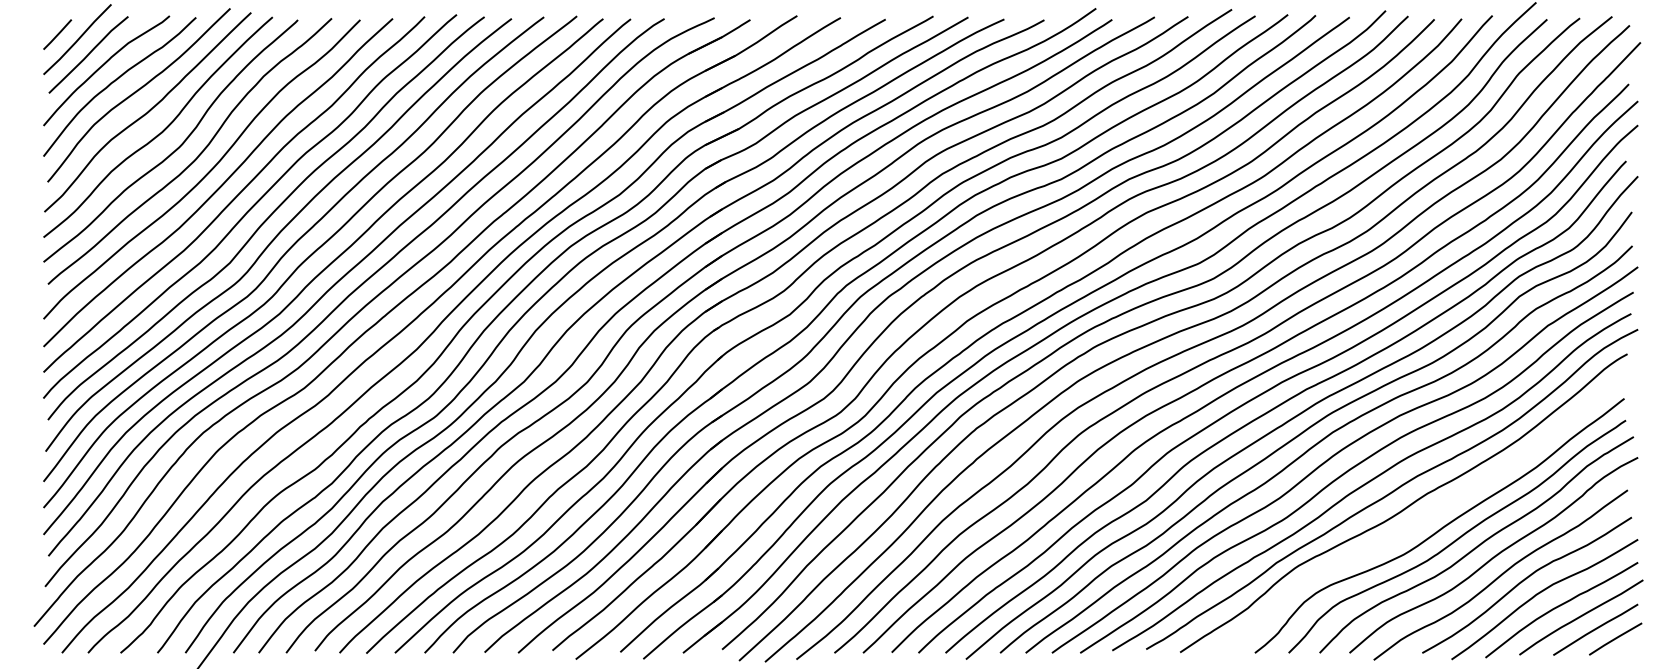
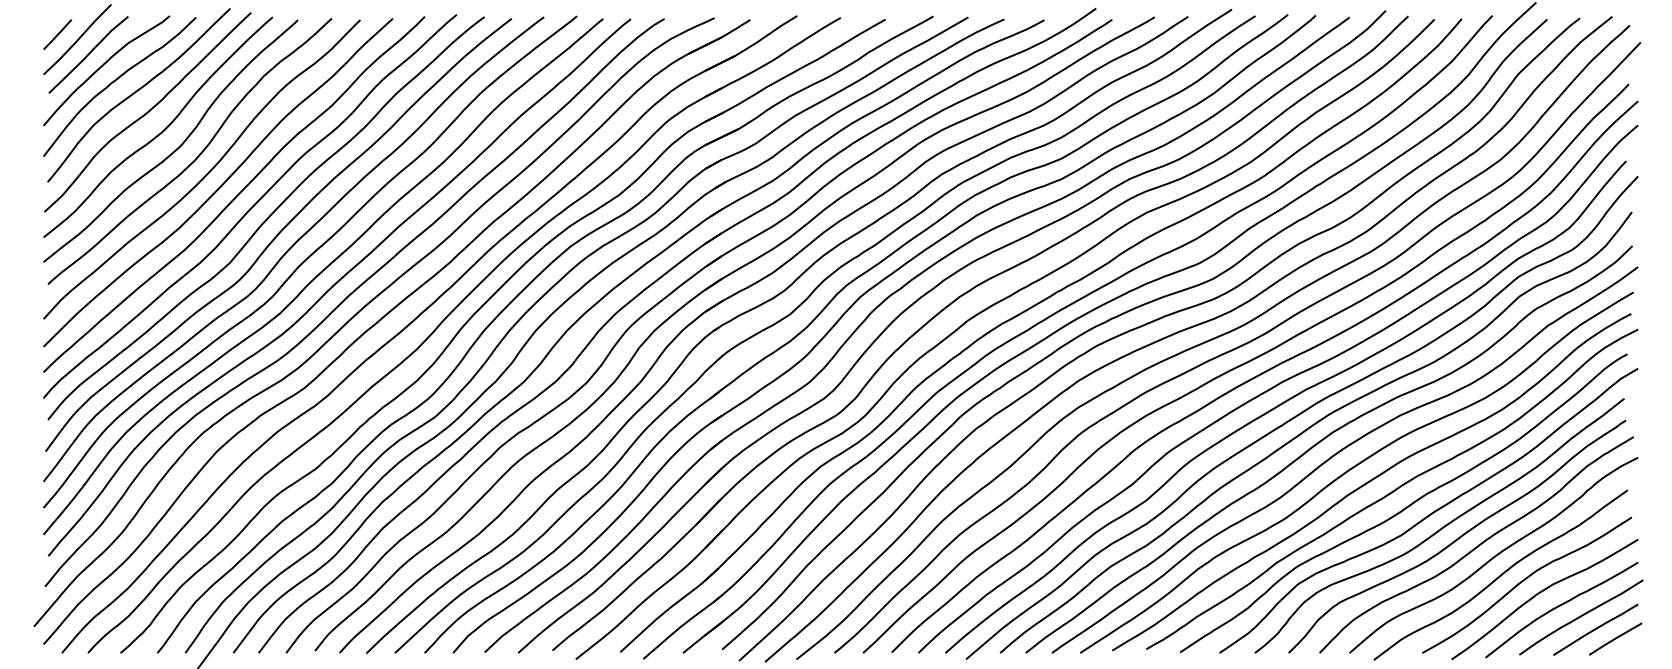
curve at (1431, 512): none -> present
